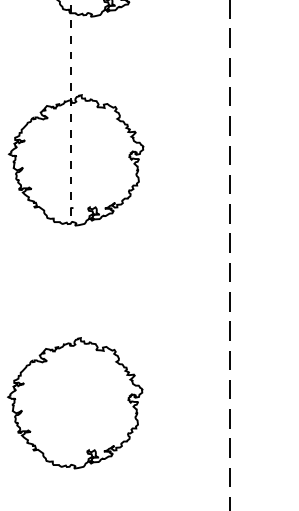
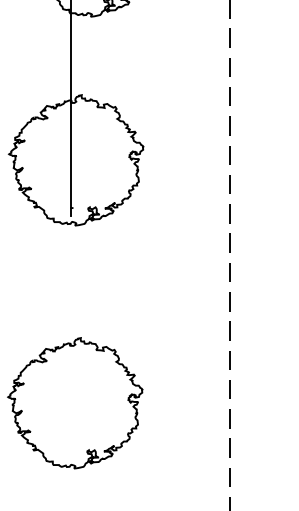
line at (71, 107): dashed -> solid
